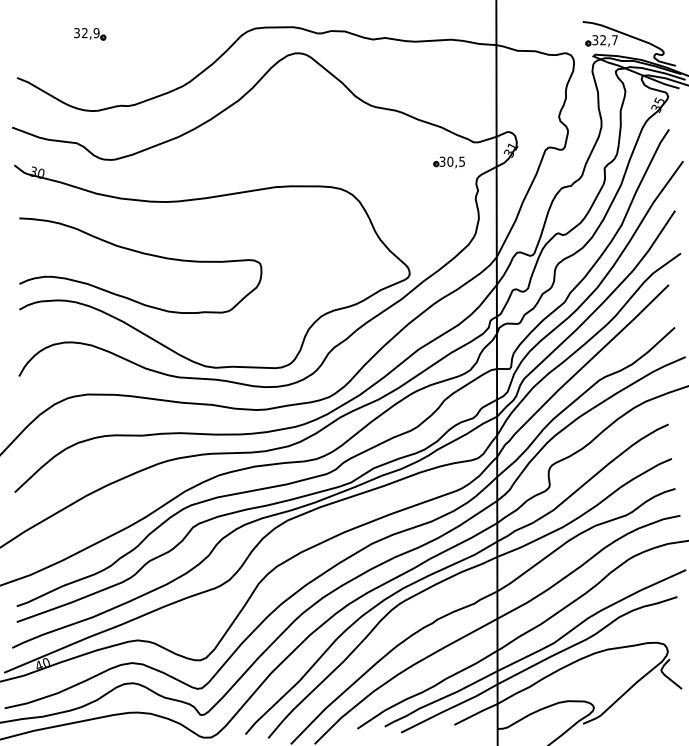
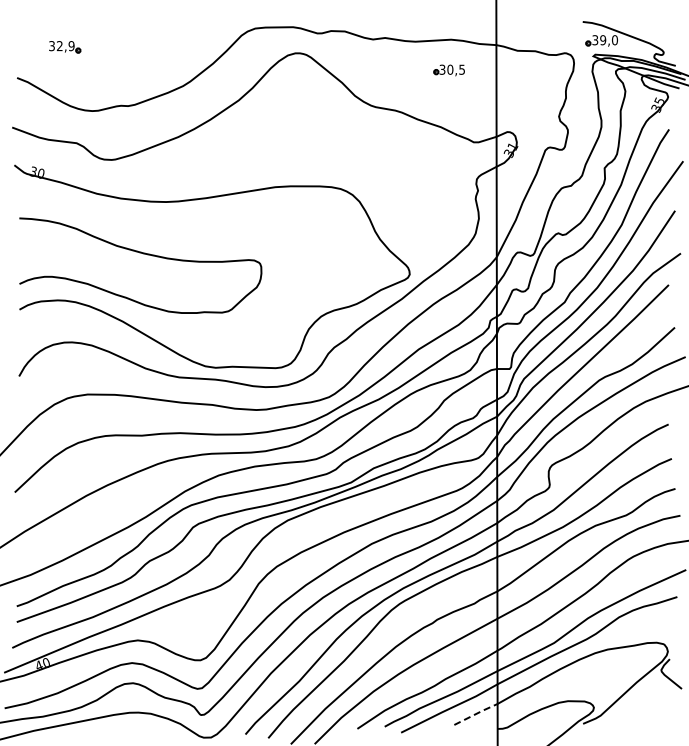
part at (90, 34) position: (90, 34) -> (65, 47)
text at (608, 40): 32,7 -> 39,0
part at (448, 162) position: (448, 162) -> (448, 70)
line at (476, 713): solid -> dashed
